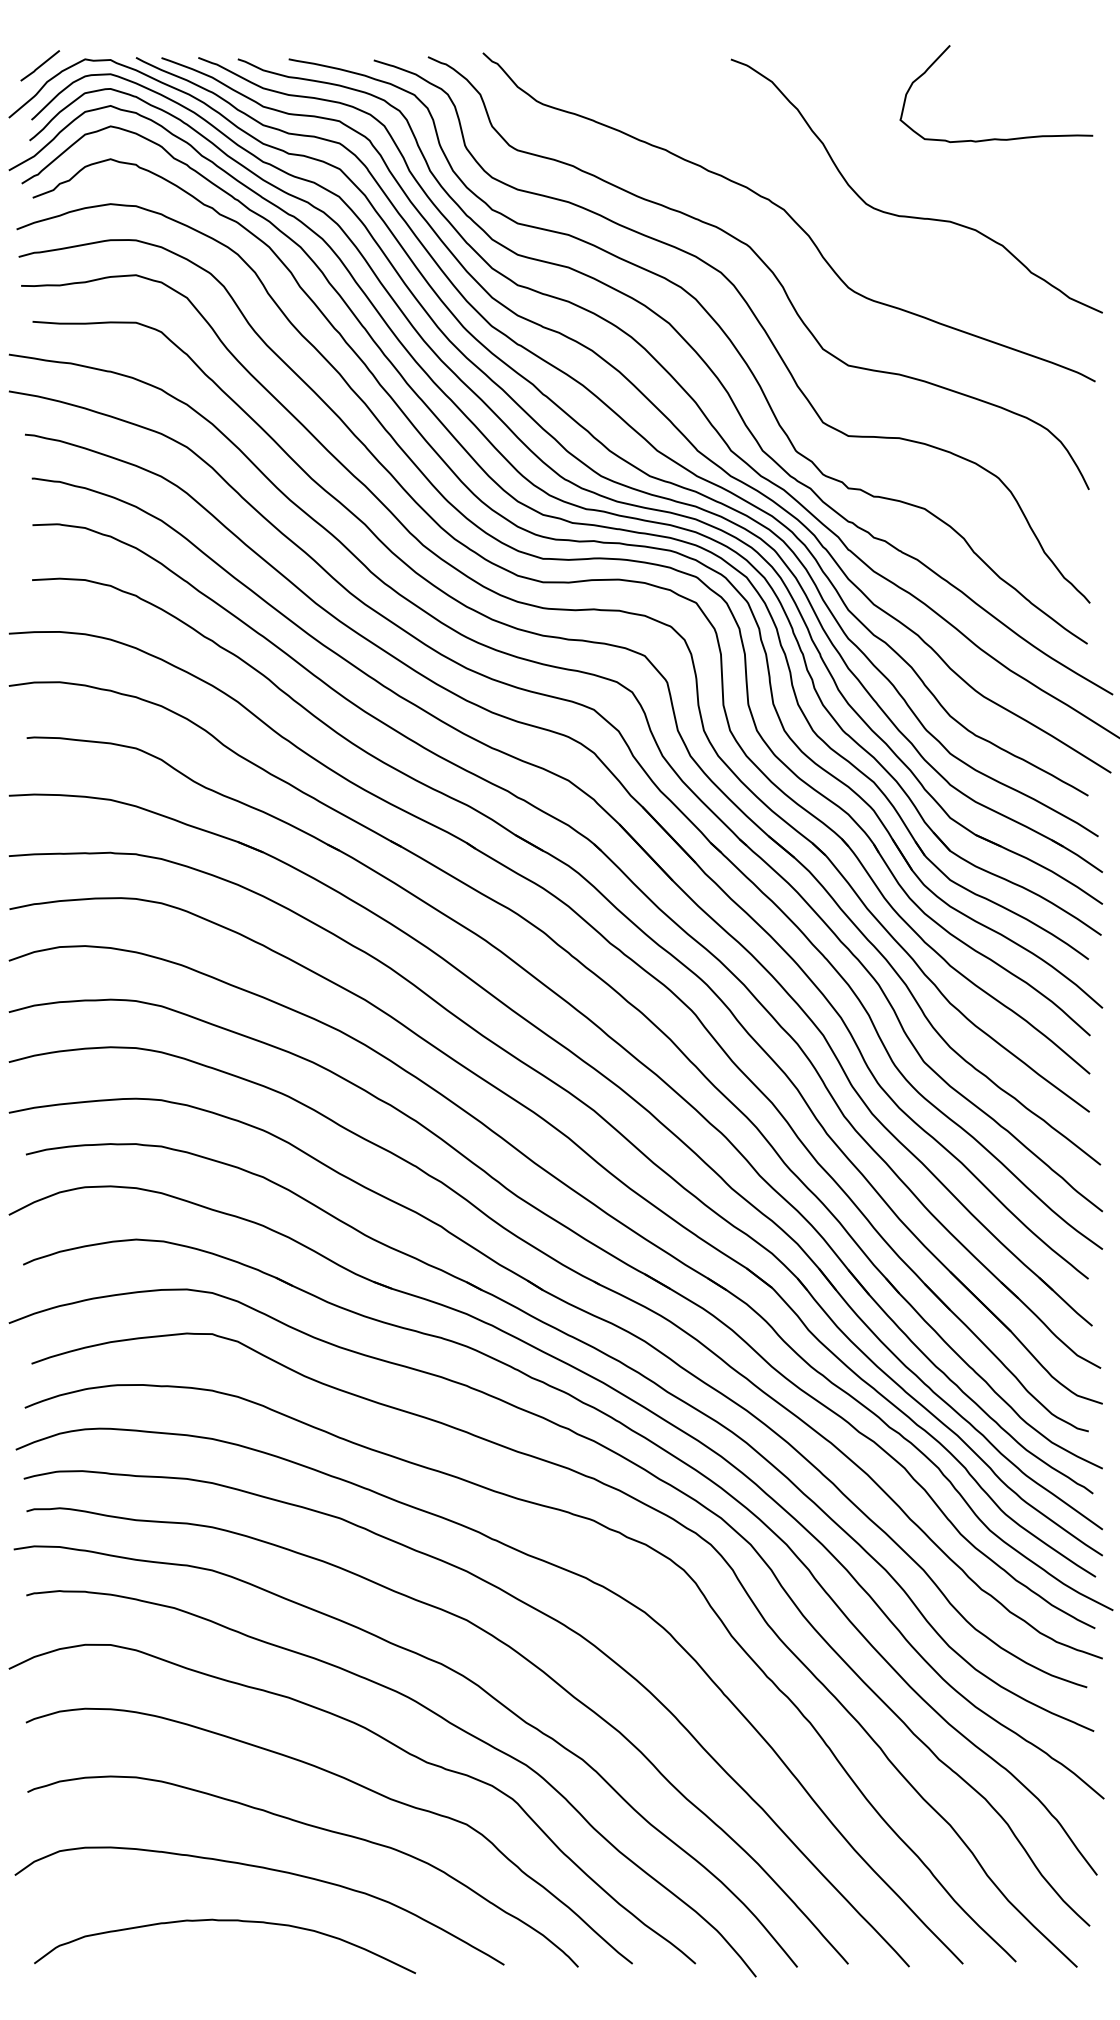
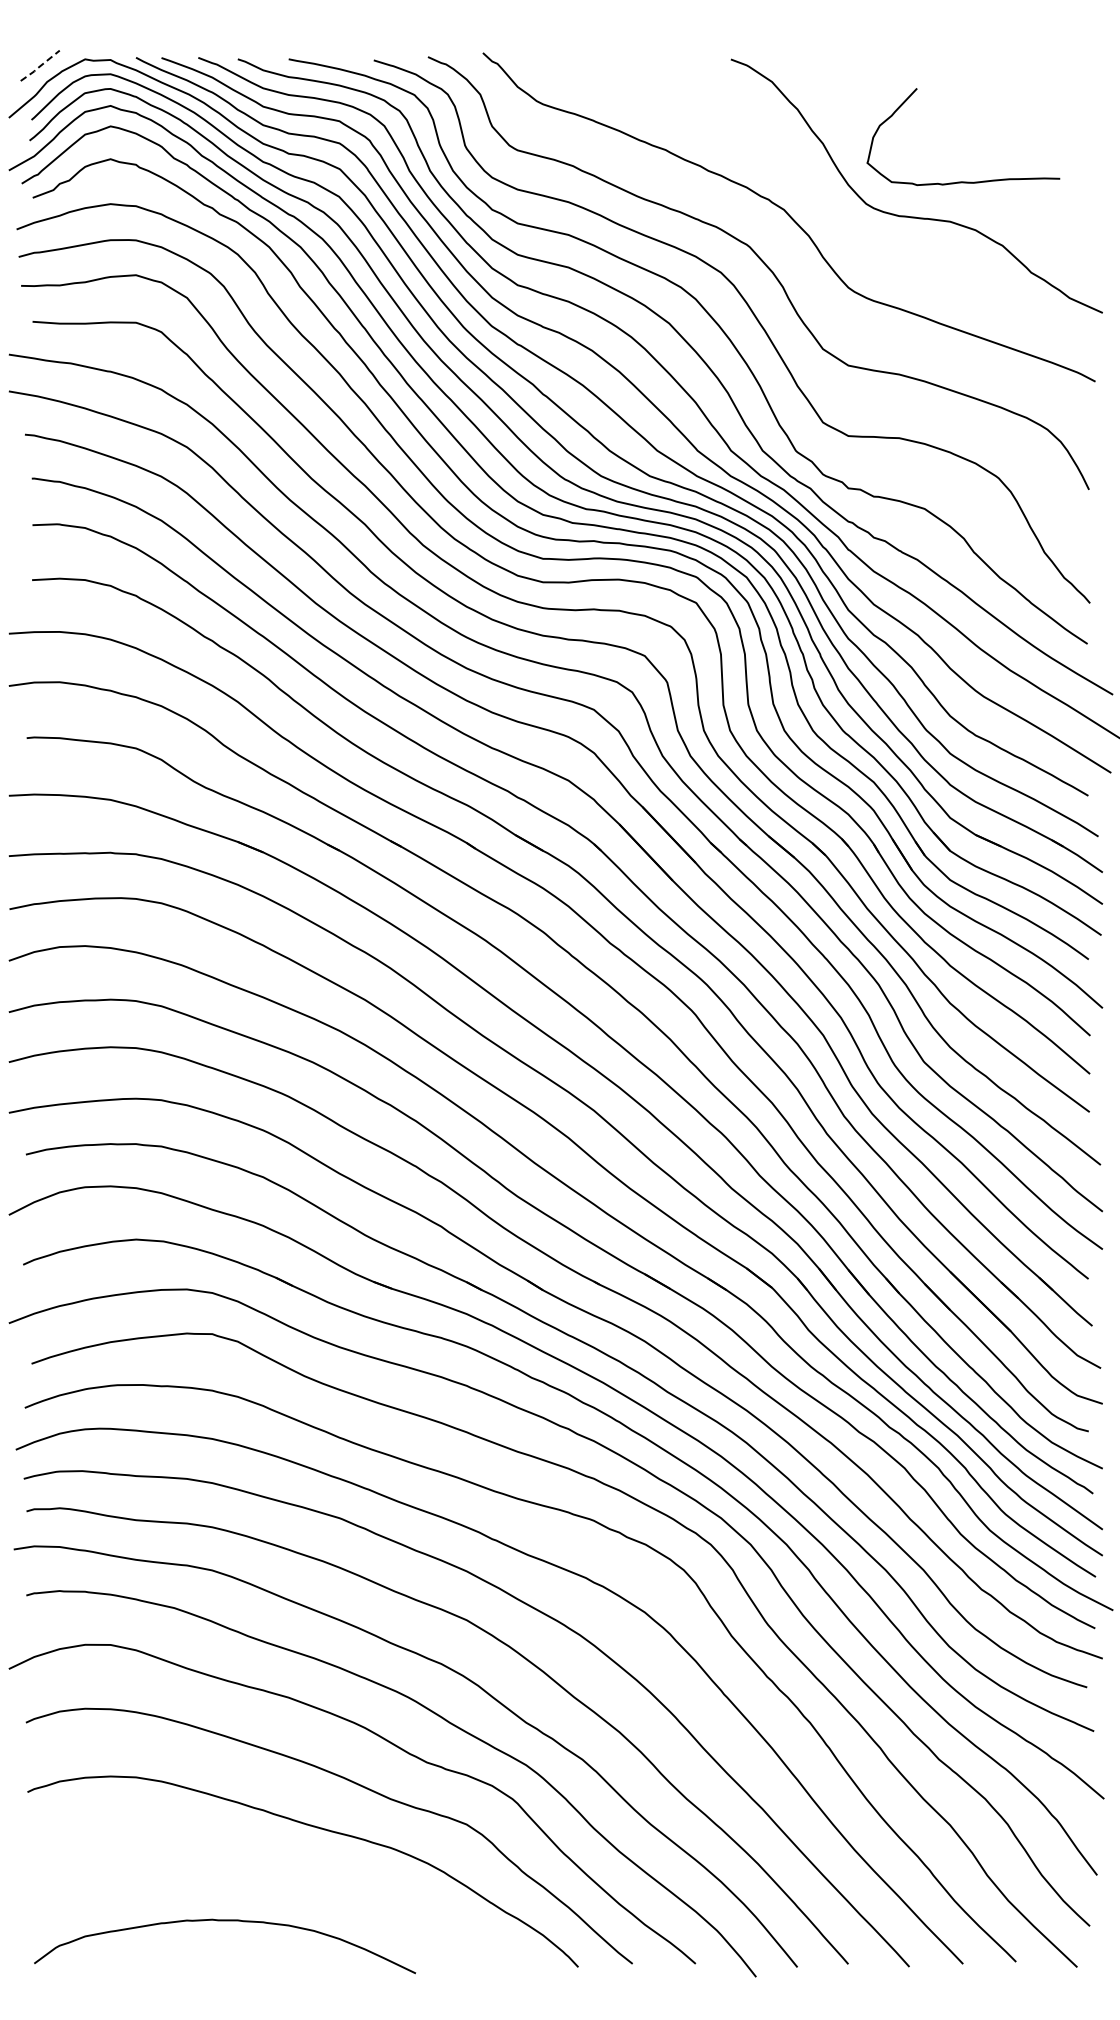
line at (39, 66): solid -> dashed
curve at (996, 138) position: (996, 138) -> (963, 181)
curve at (266, 1869): present -> none
